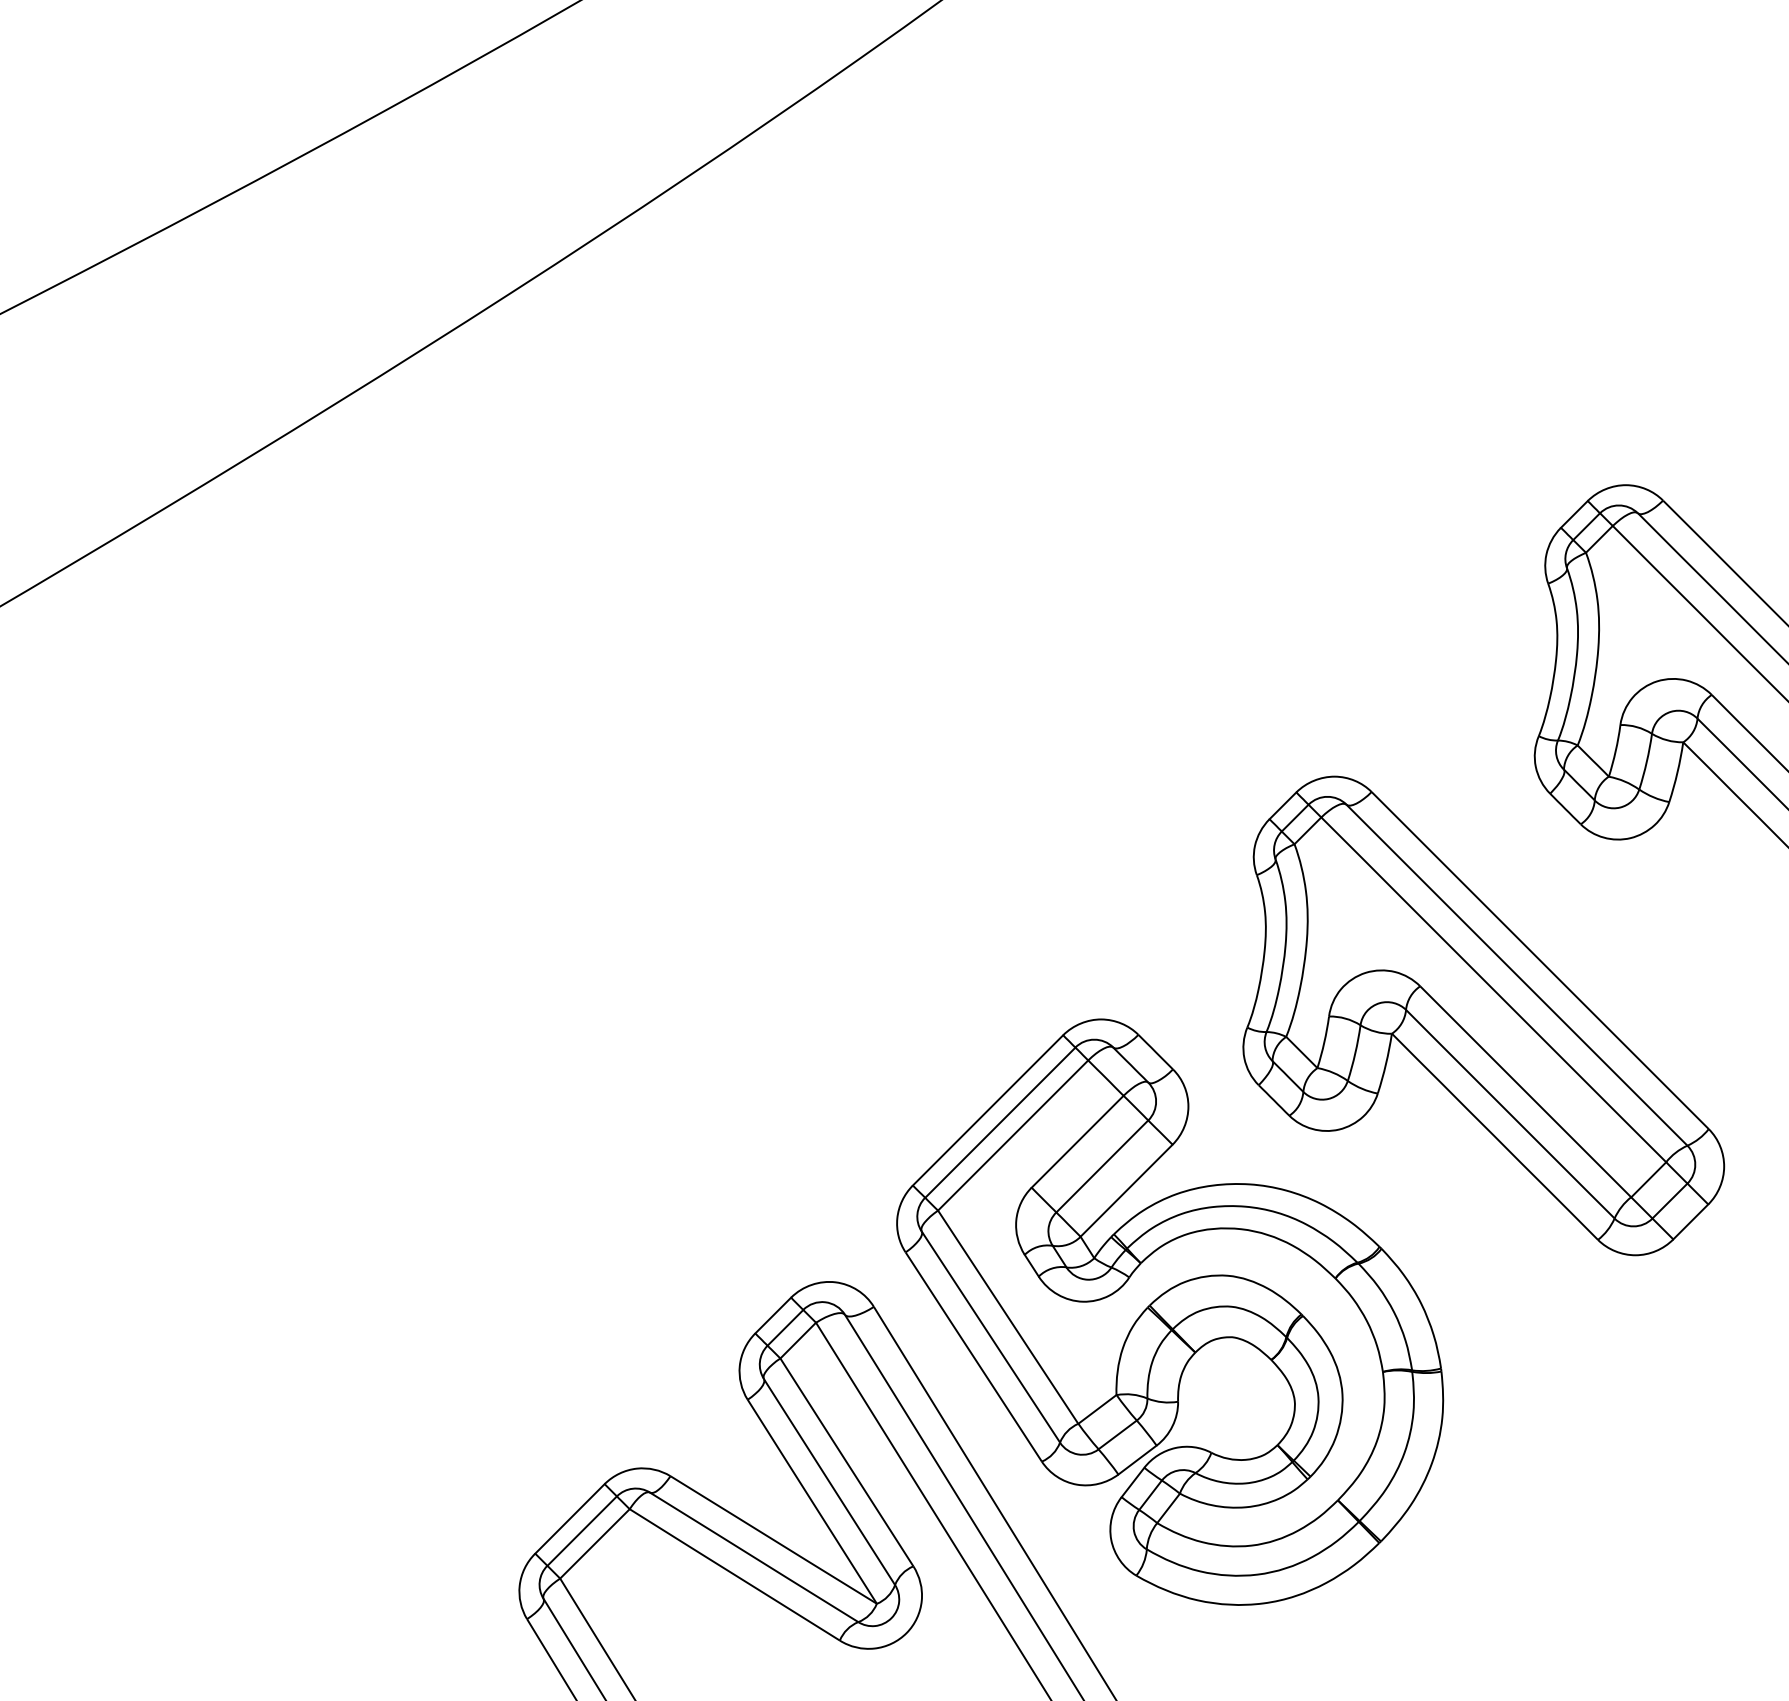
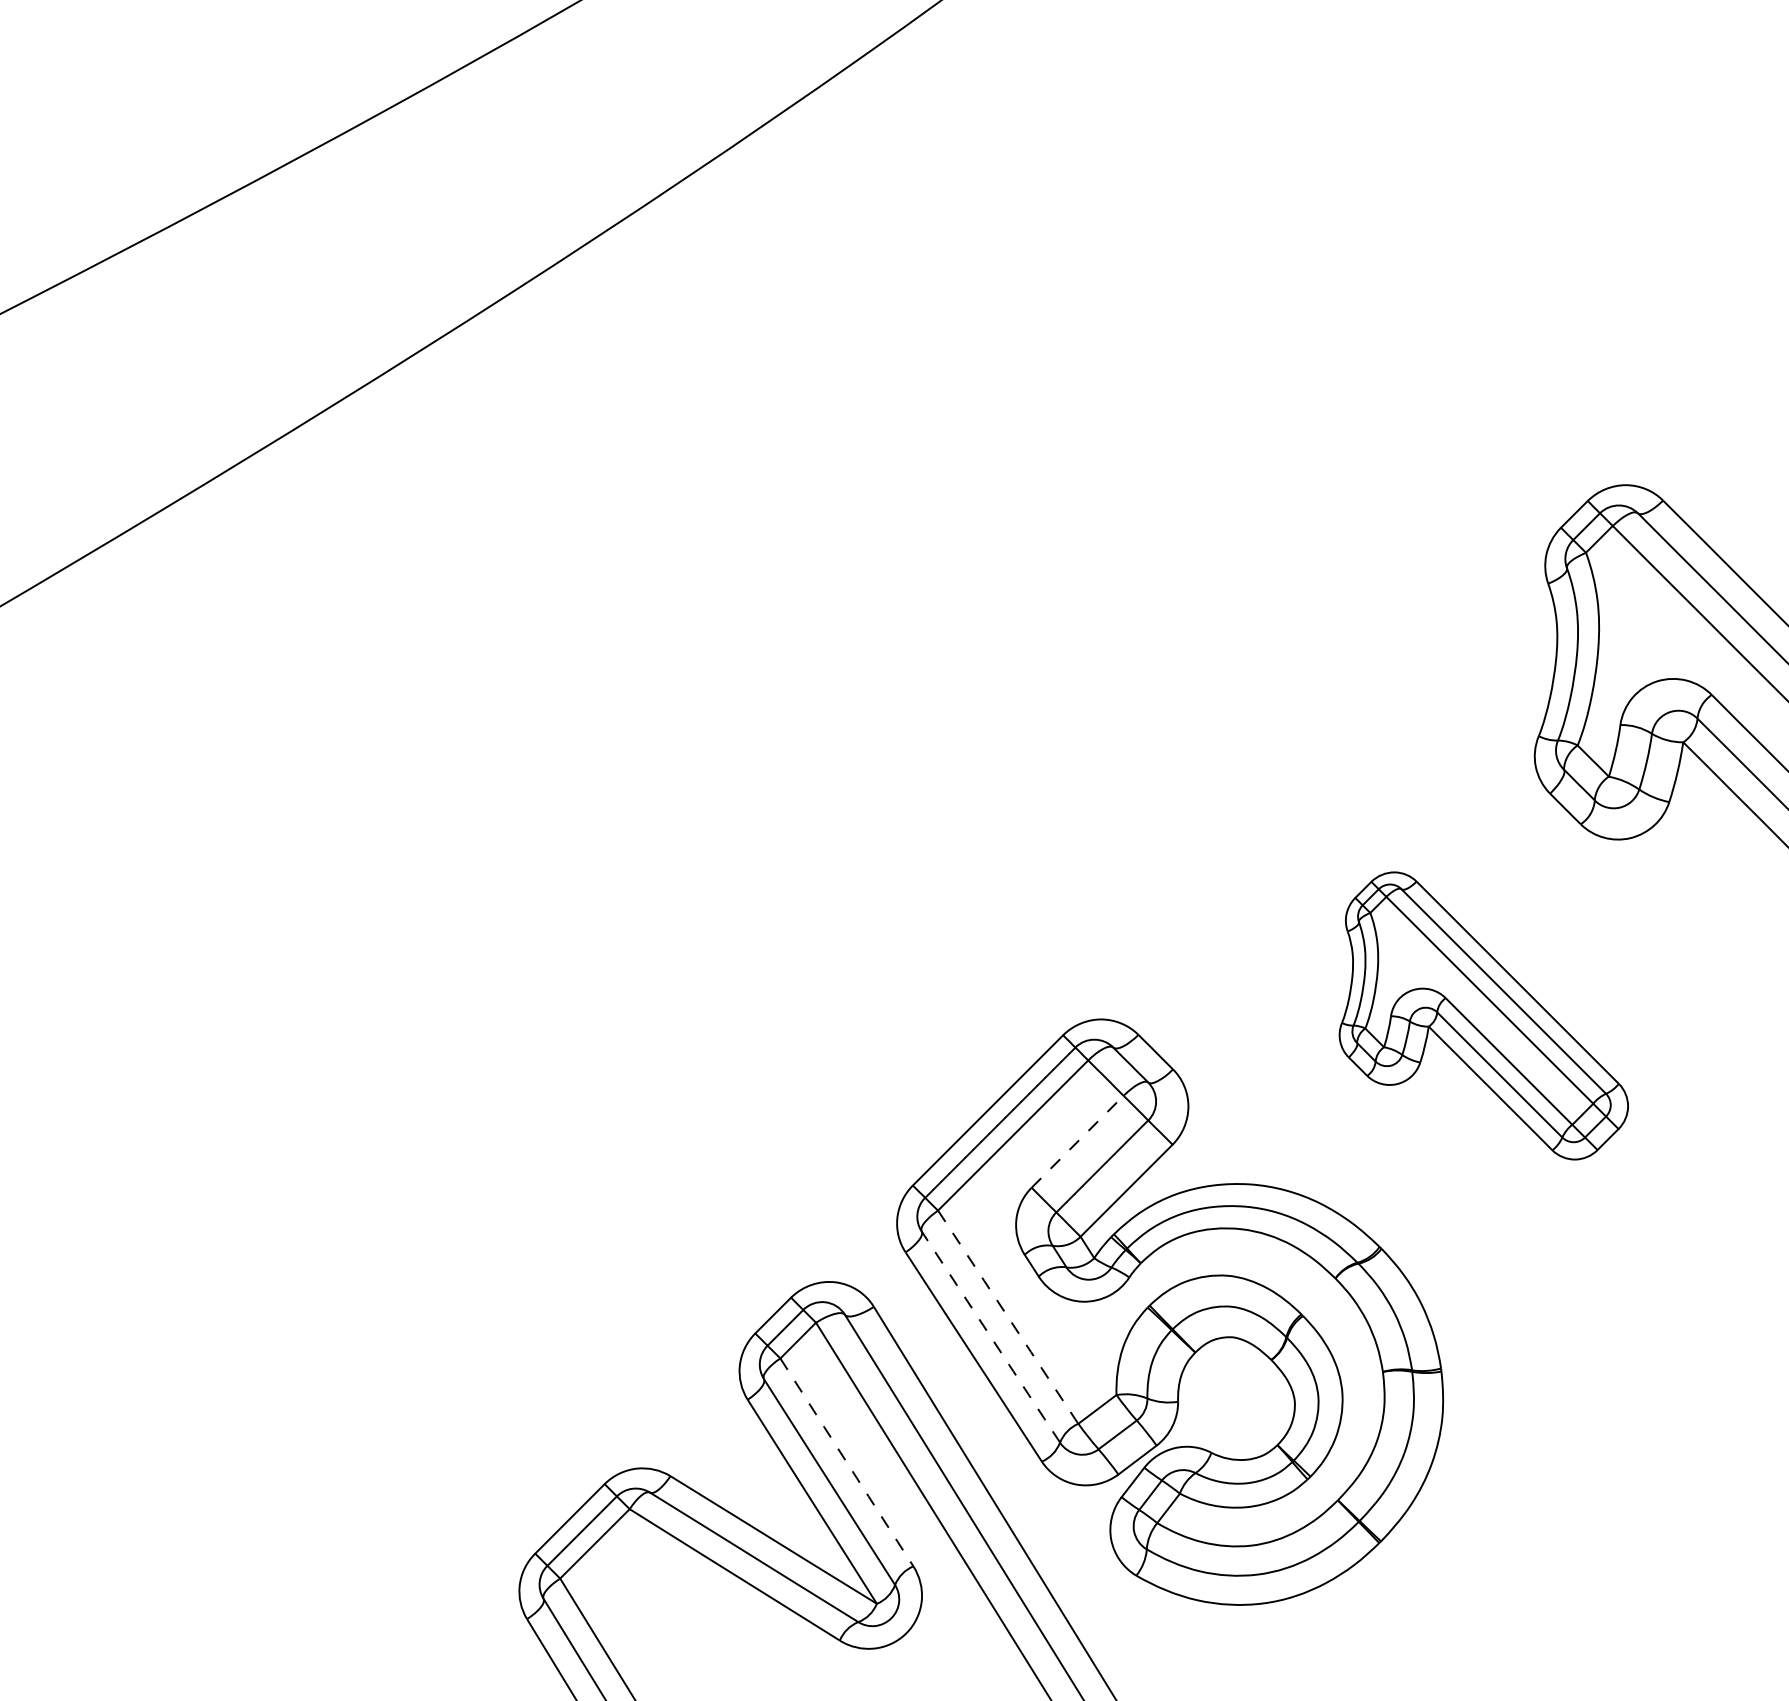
part at (1483, 1015) size: 484x482 px -> 291x290 px
line at (1077, 1141): solid -> dashed
line at (1008, 1317): solid -> dashed
line at (990, 1336): solid -> dashed
line at (847, 1462): solid -> dashed
